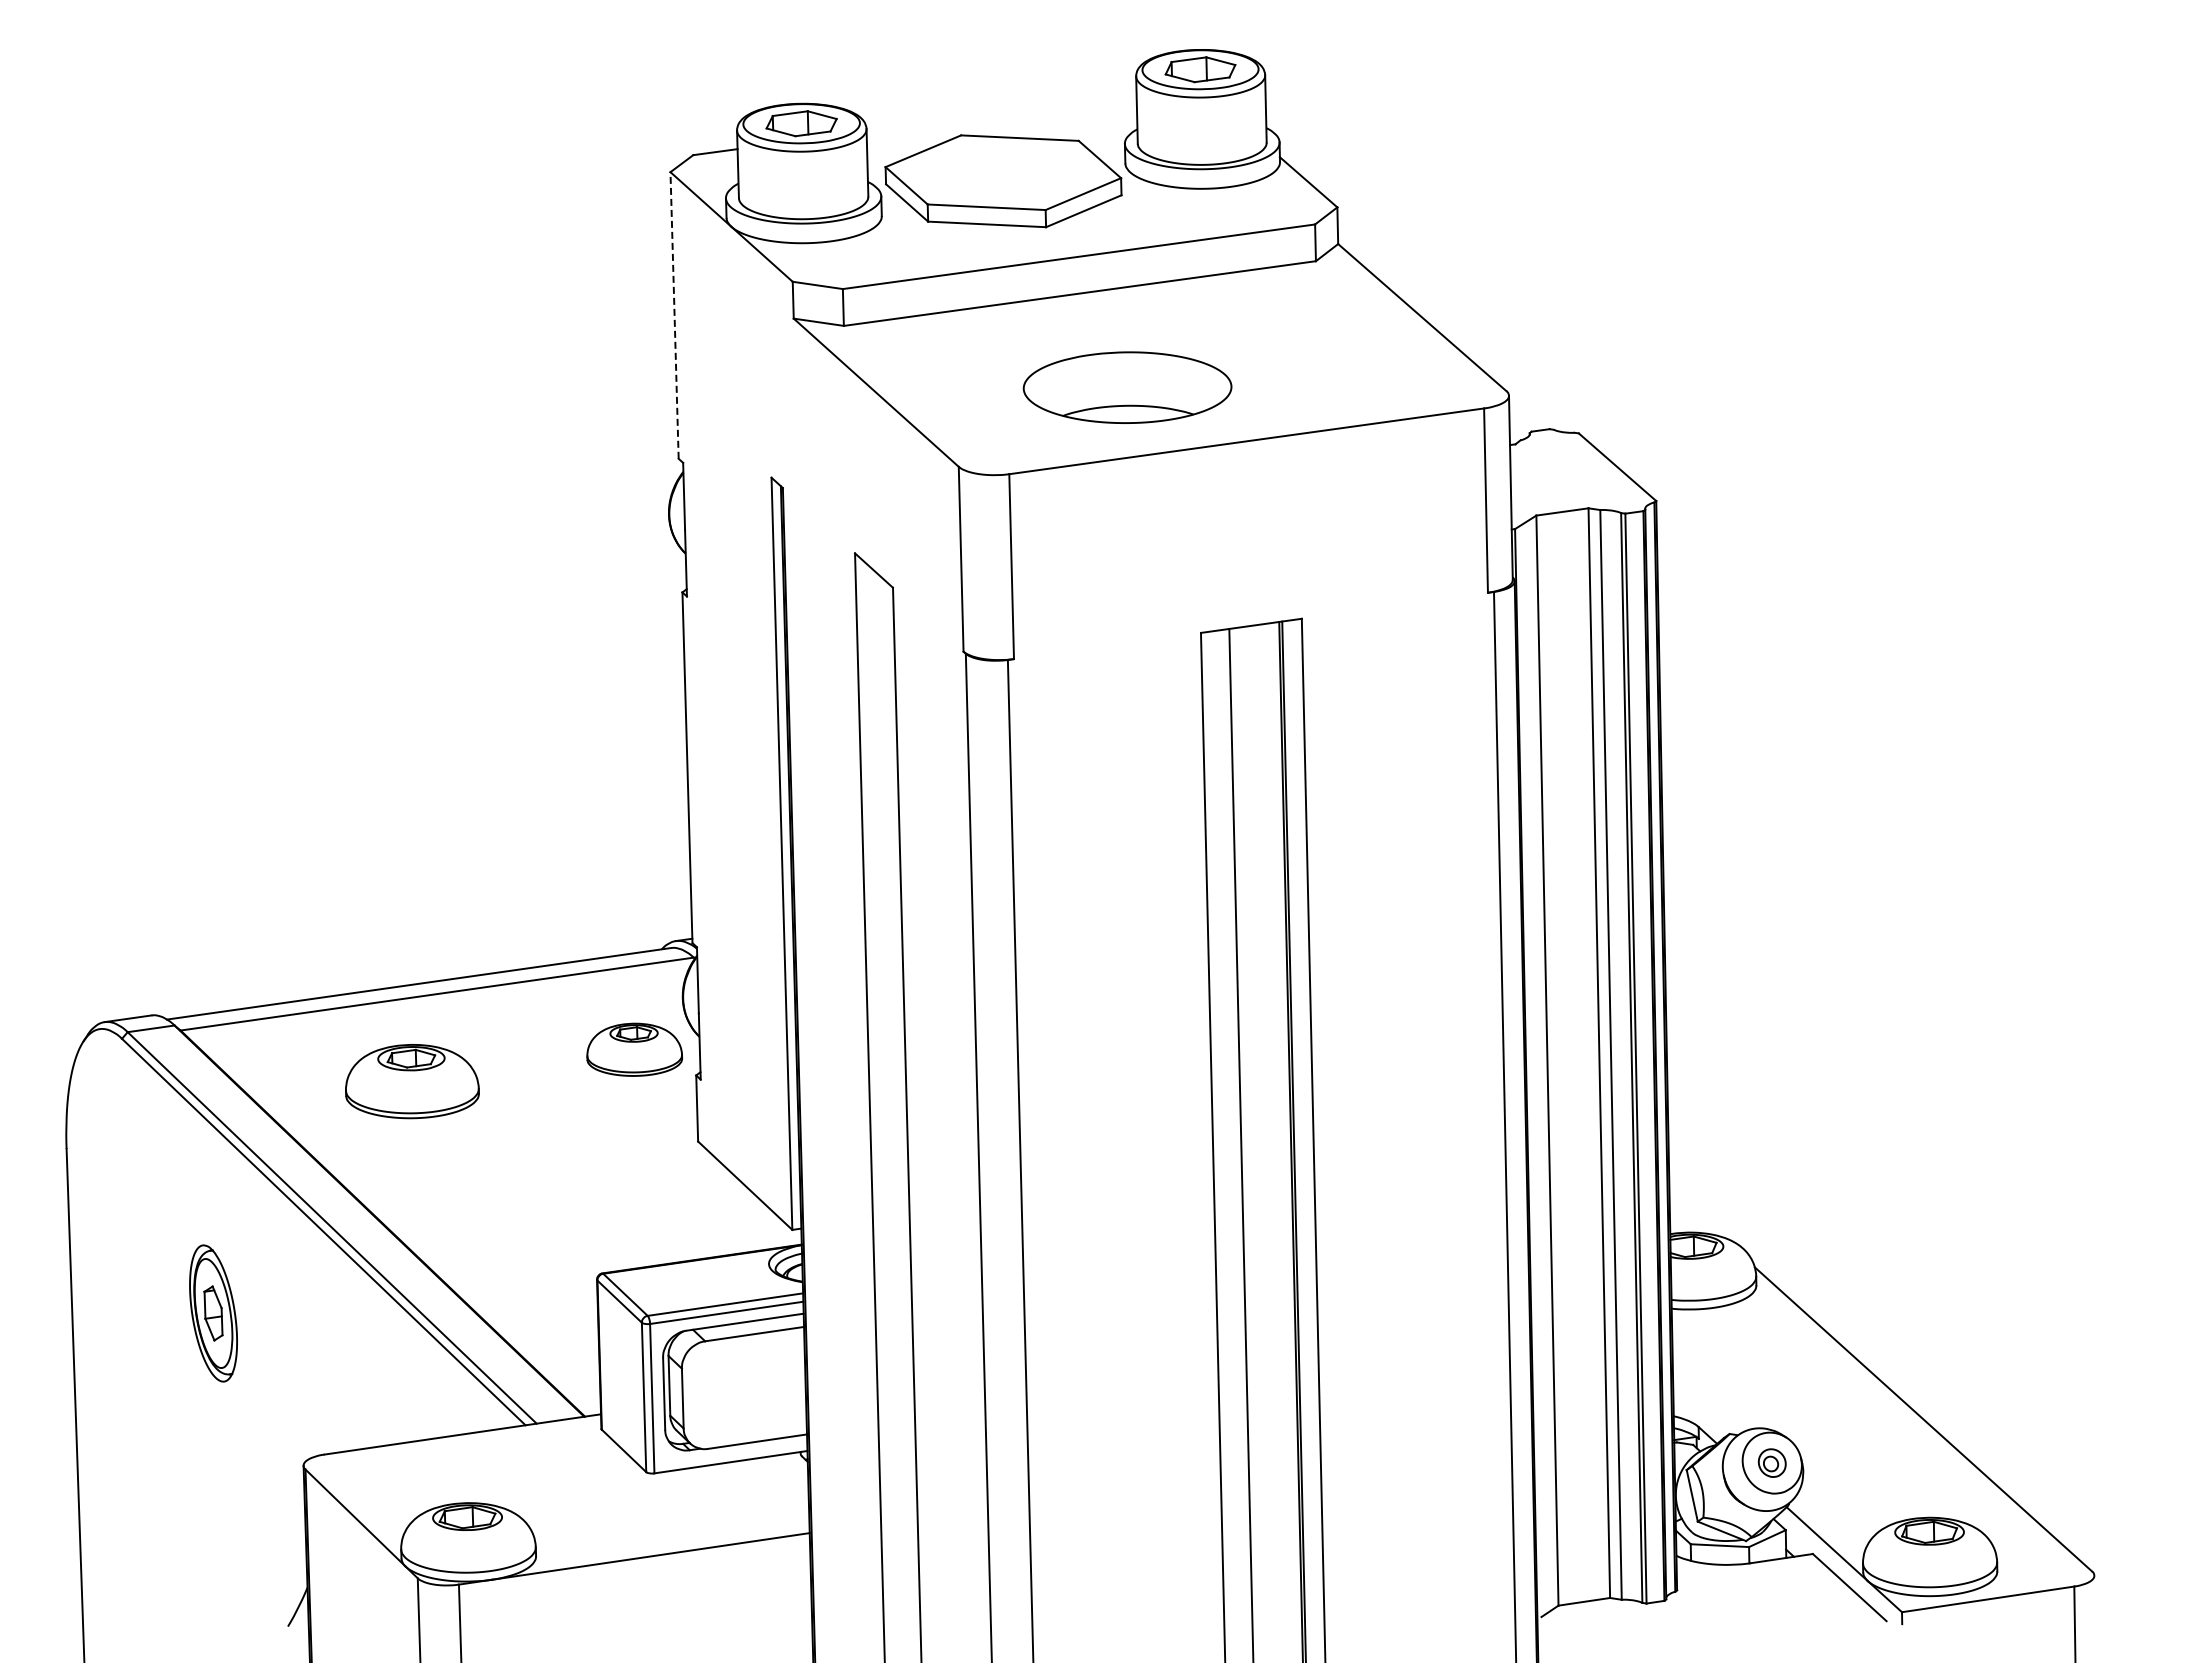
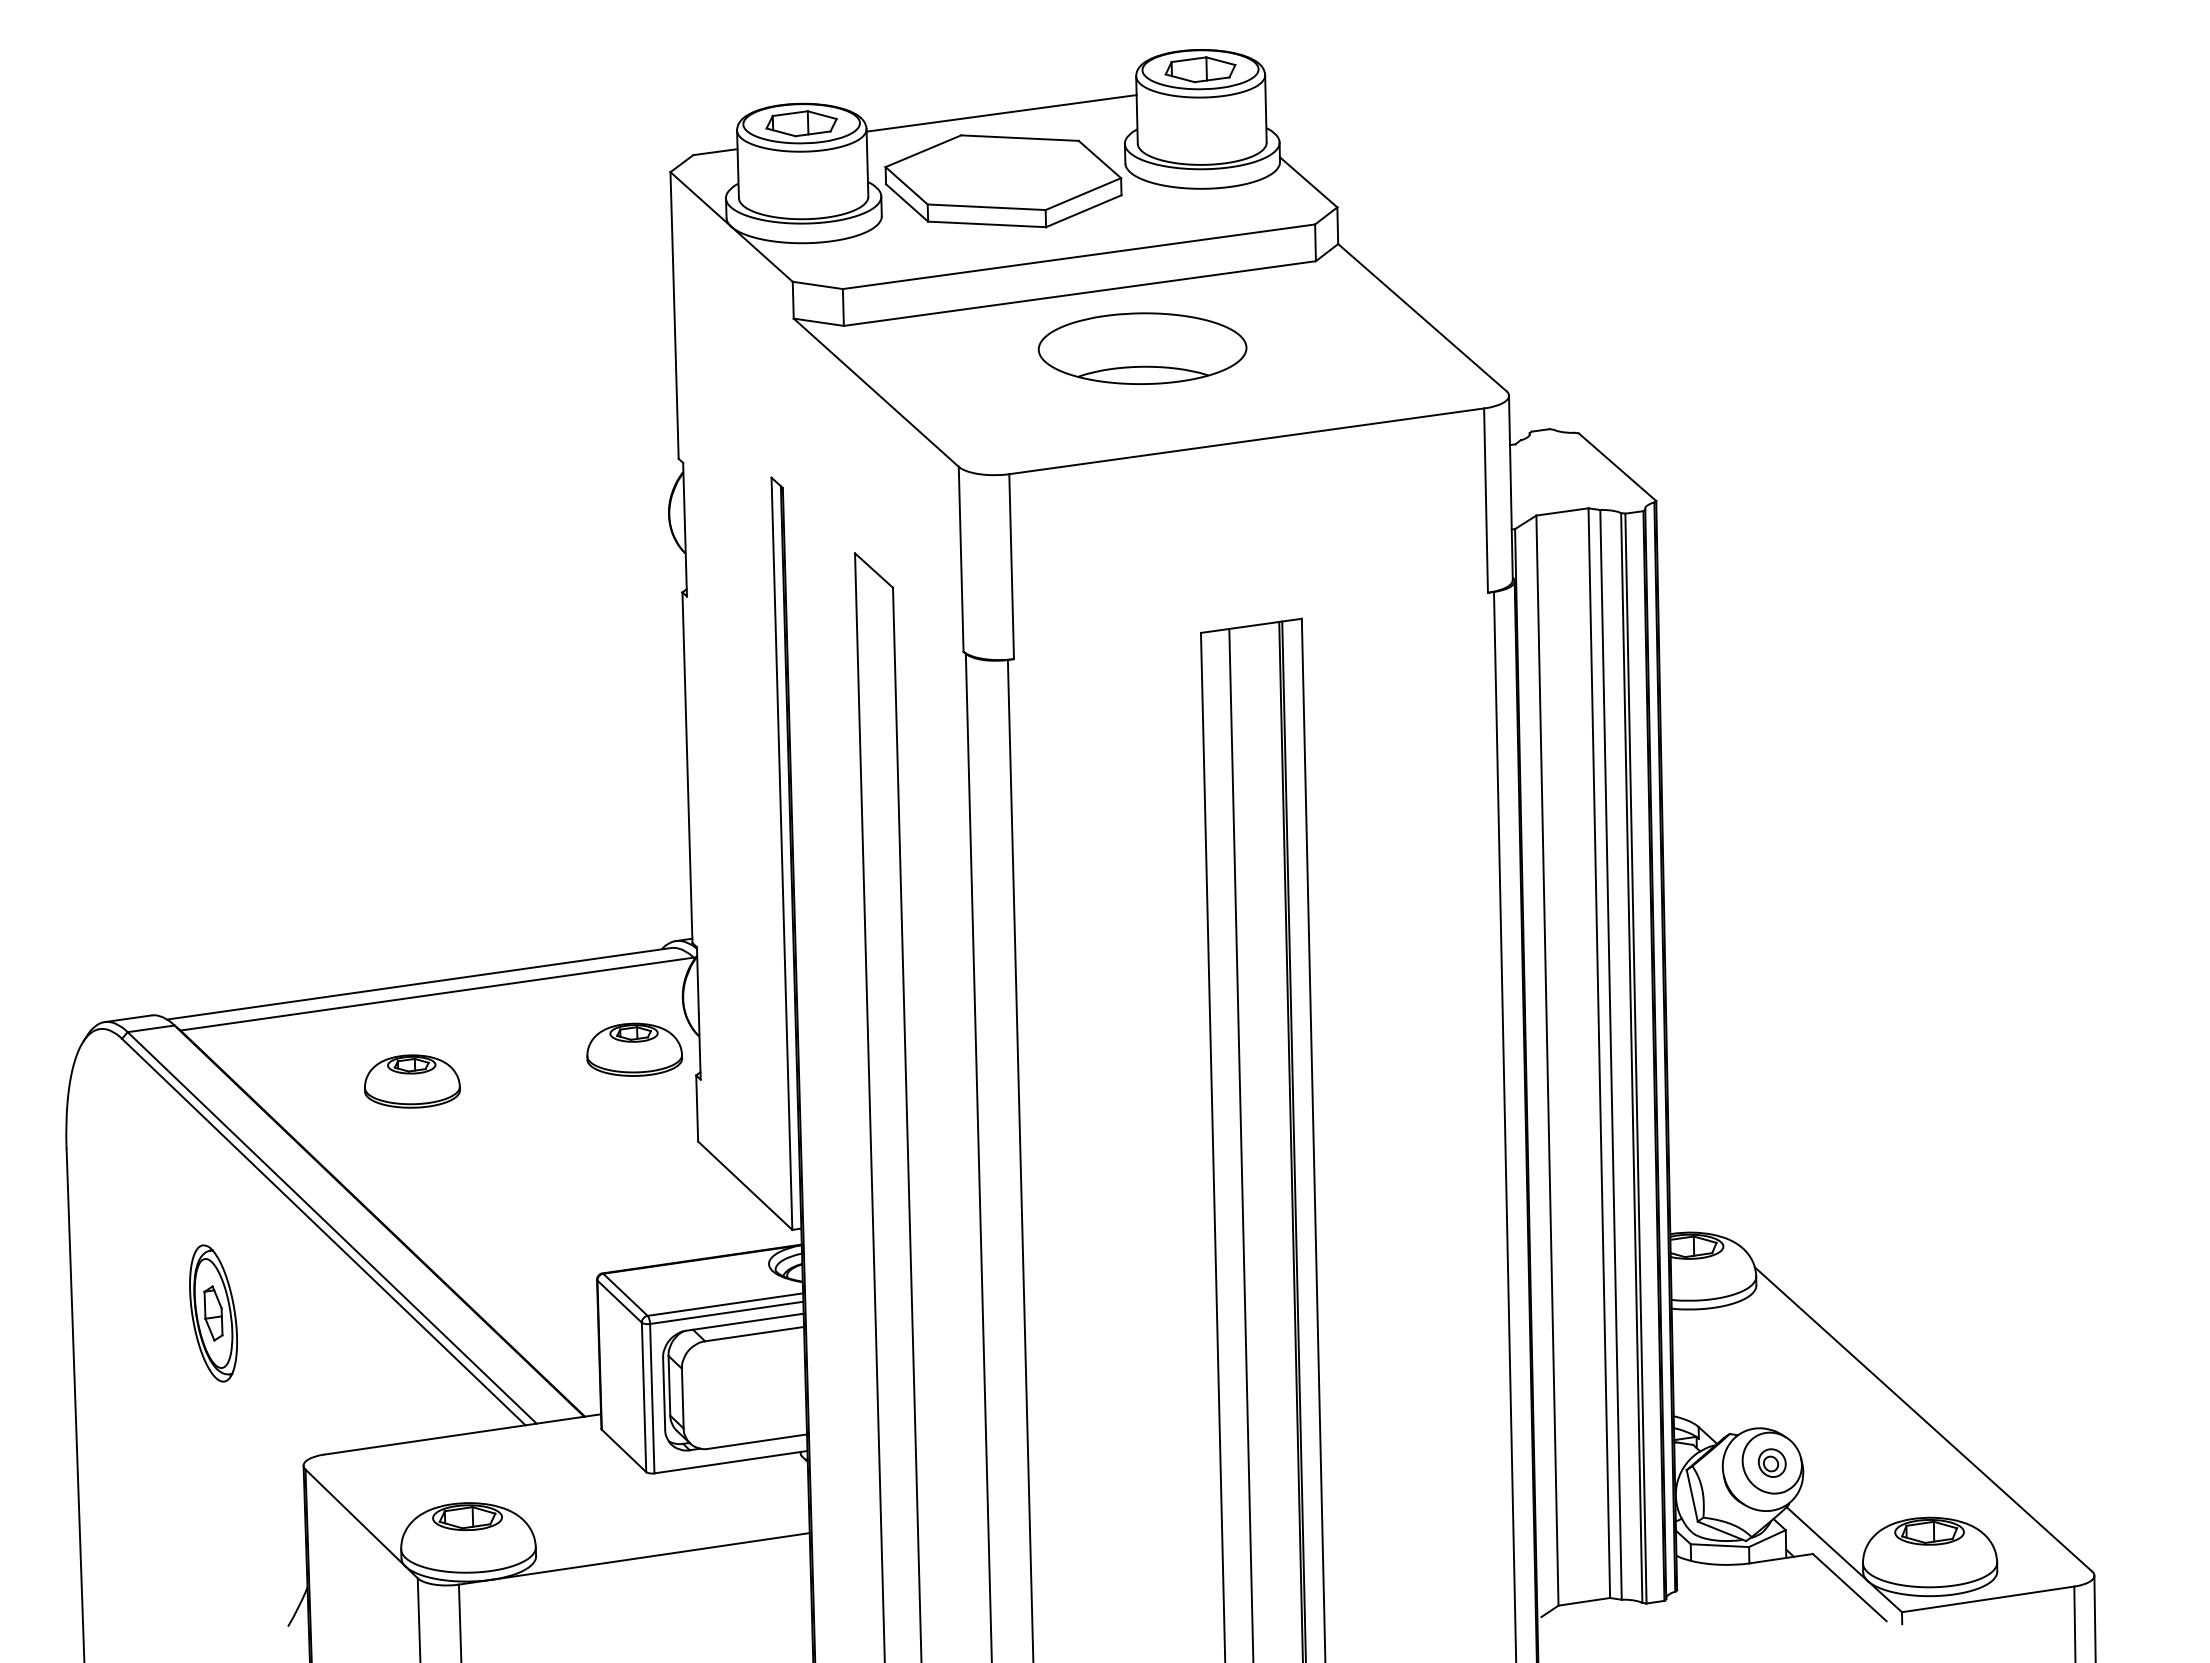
line at (1001, 113): none -> present
line at (674, 315): dashed -> solid
part at (1127, 387) position: (1127, 387) -> (1142, 348)
part at (412, 1081) size: 135x76 px -> 97x55 px
line at (2094, 1617): none -> present
